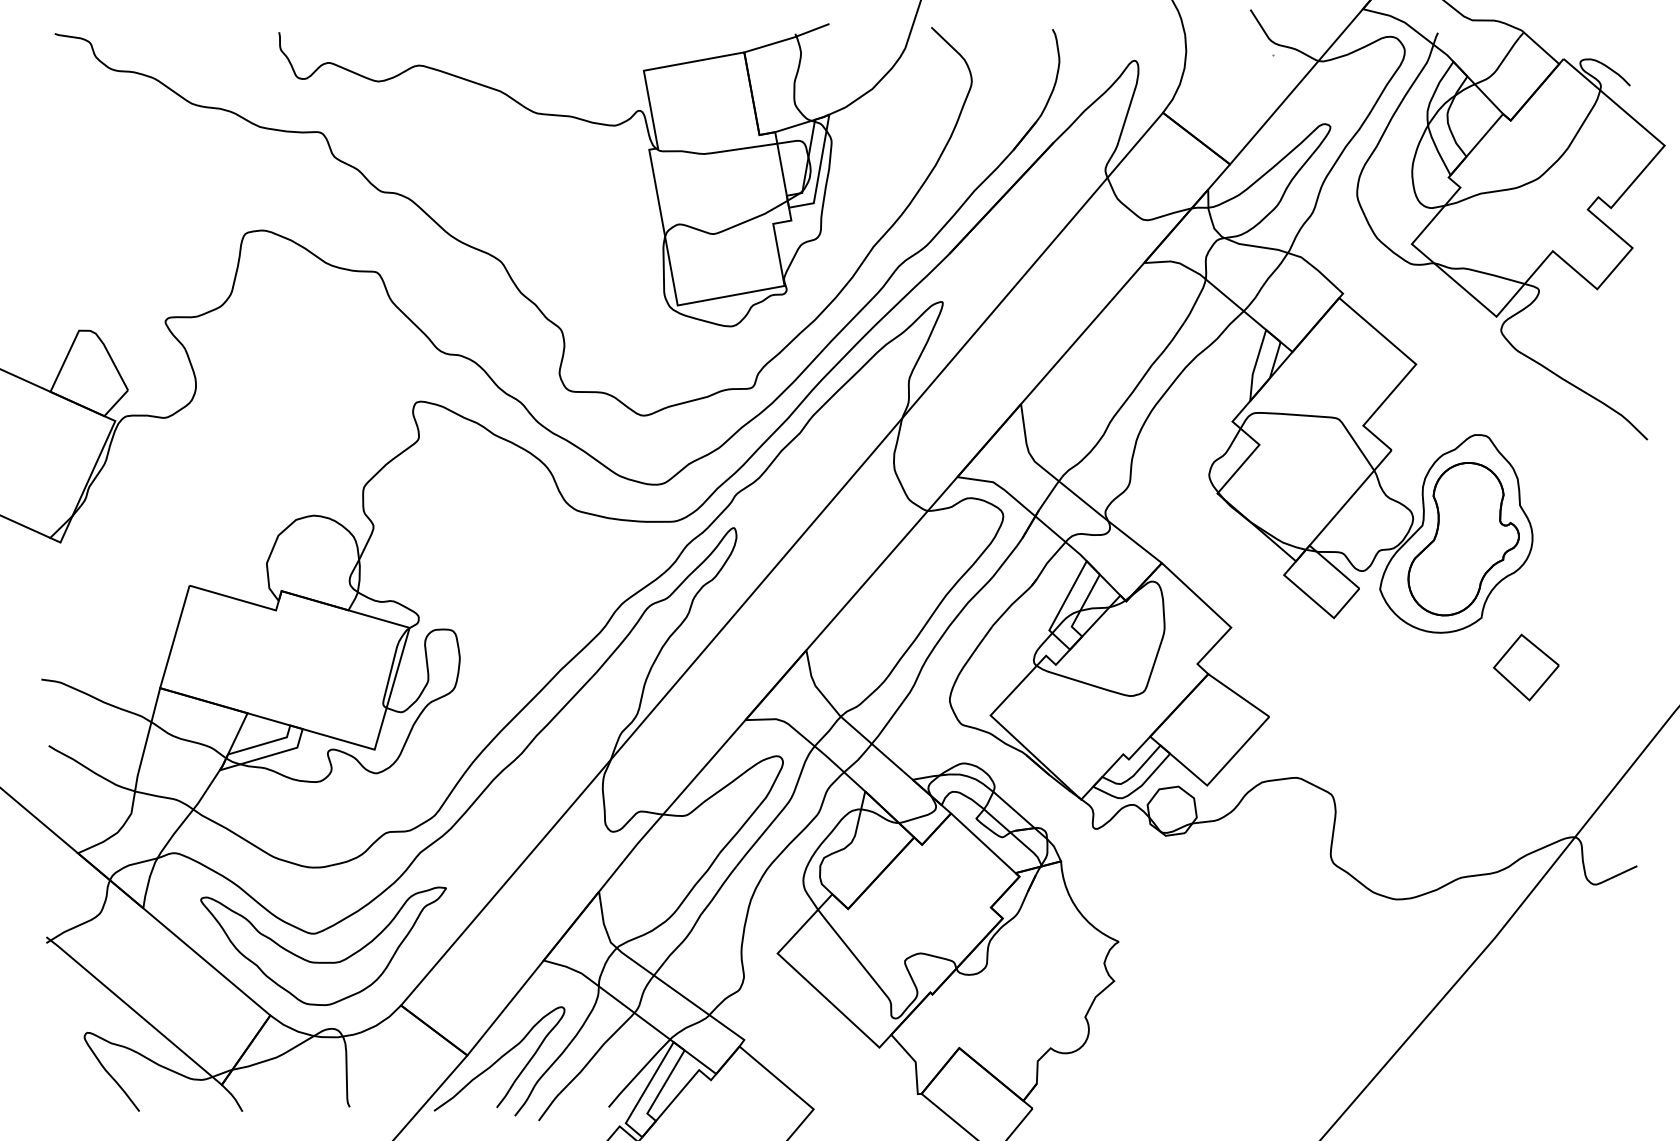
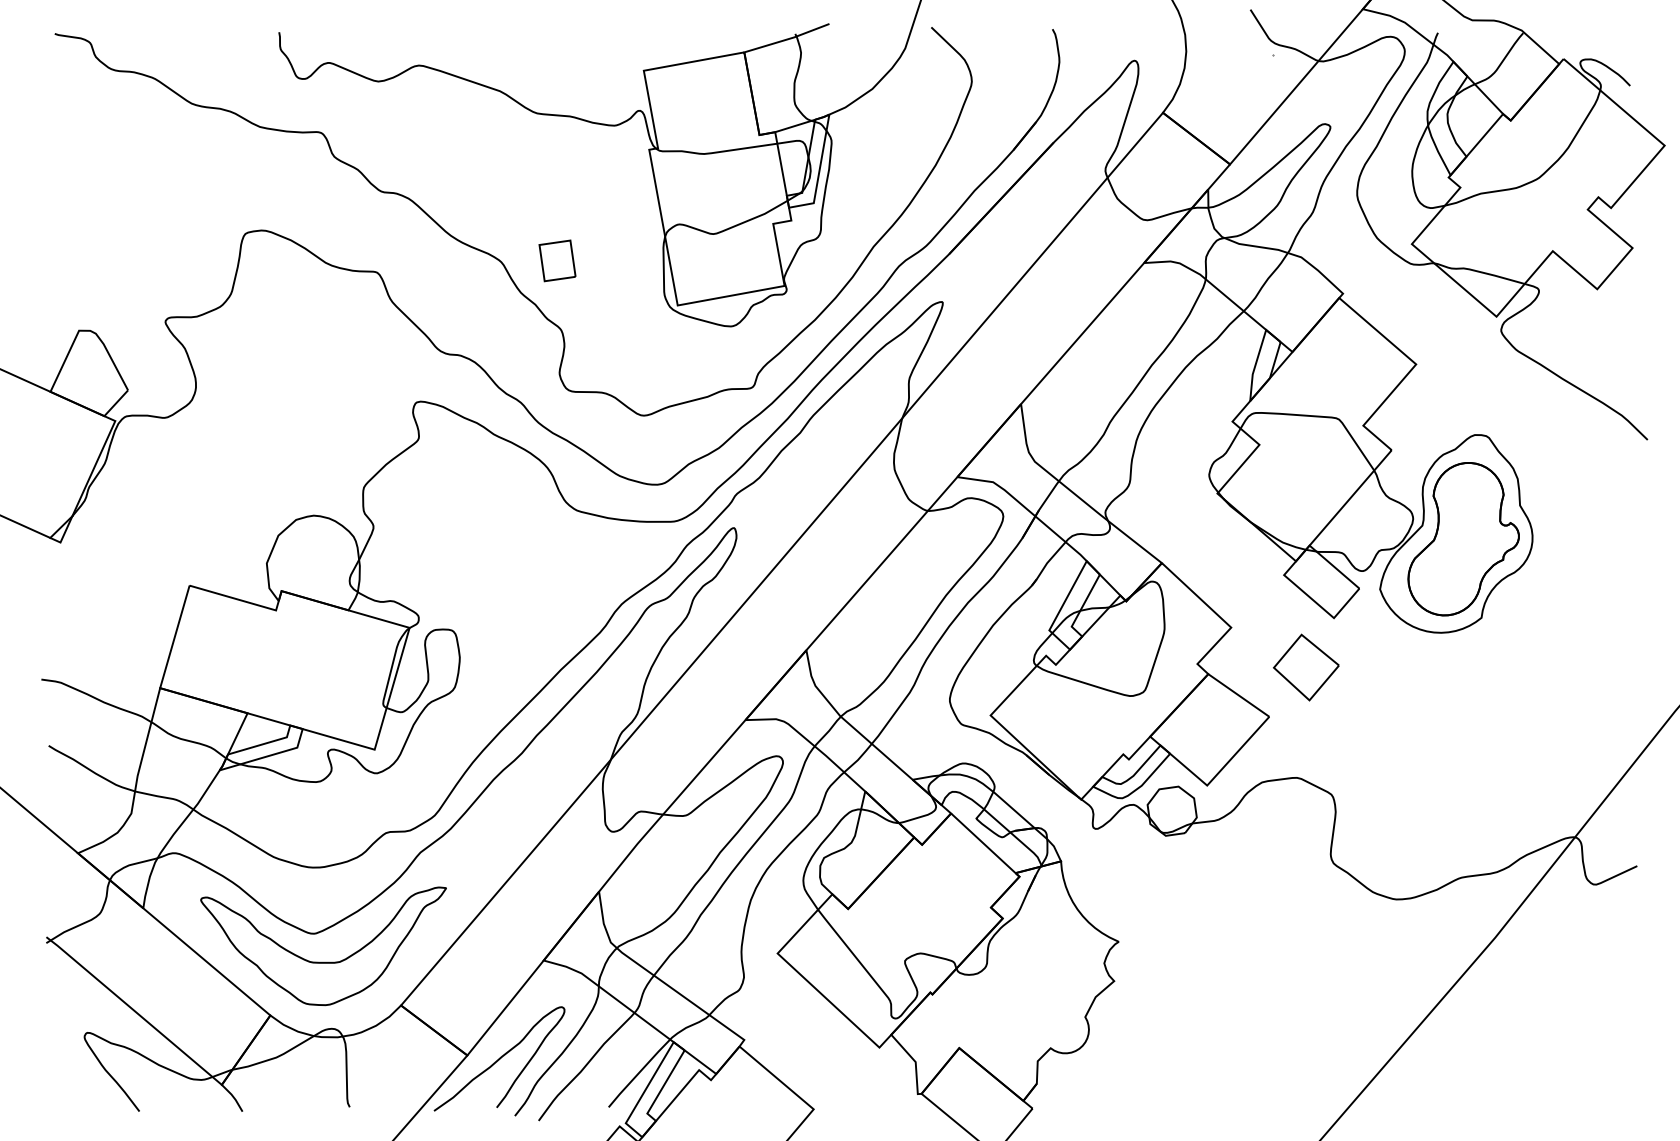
part at (557, 260): none -> present
part at (1526, 667) position: (1526, 667) -> (1306, 667)
